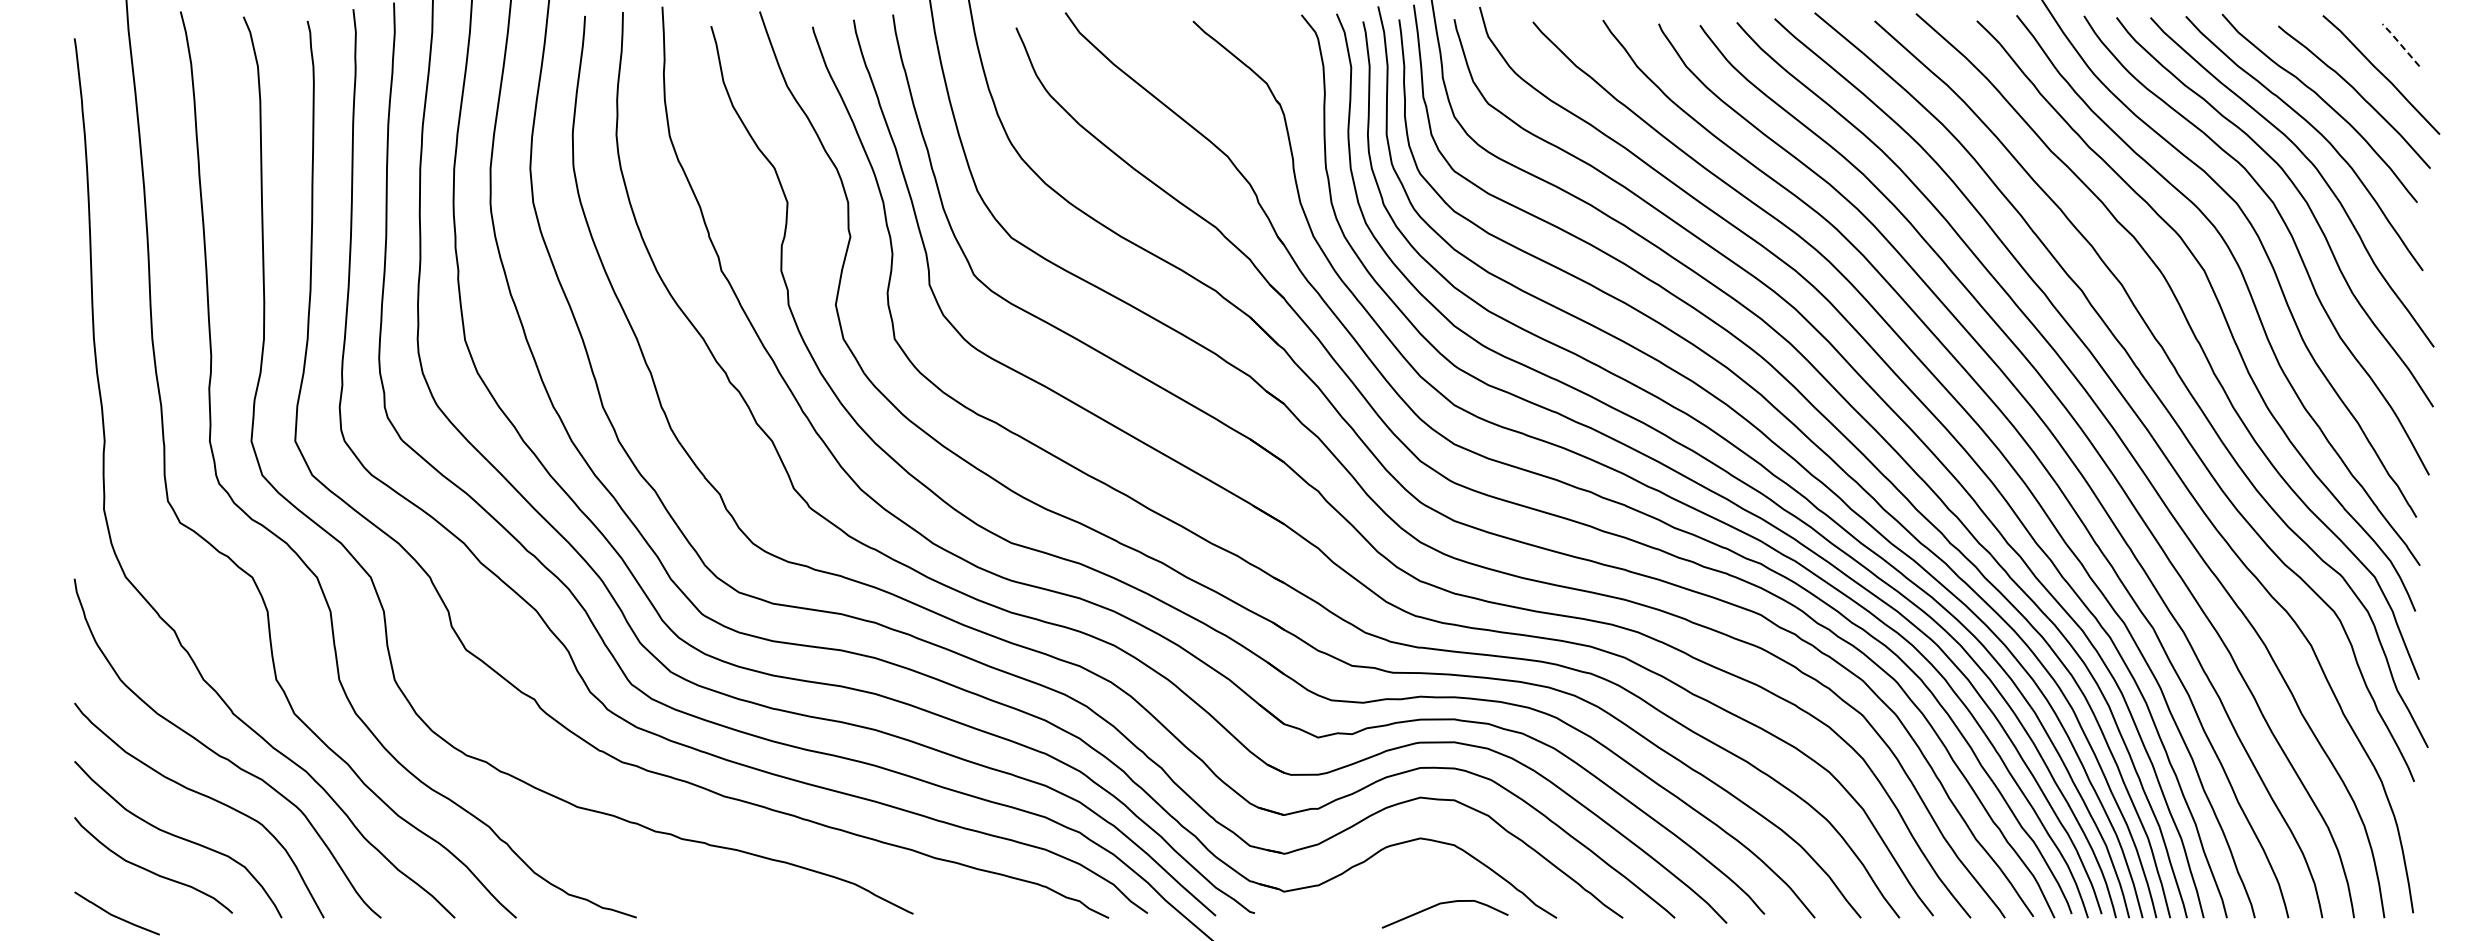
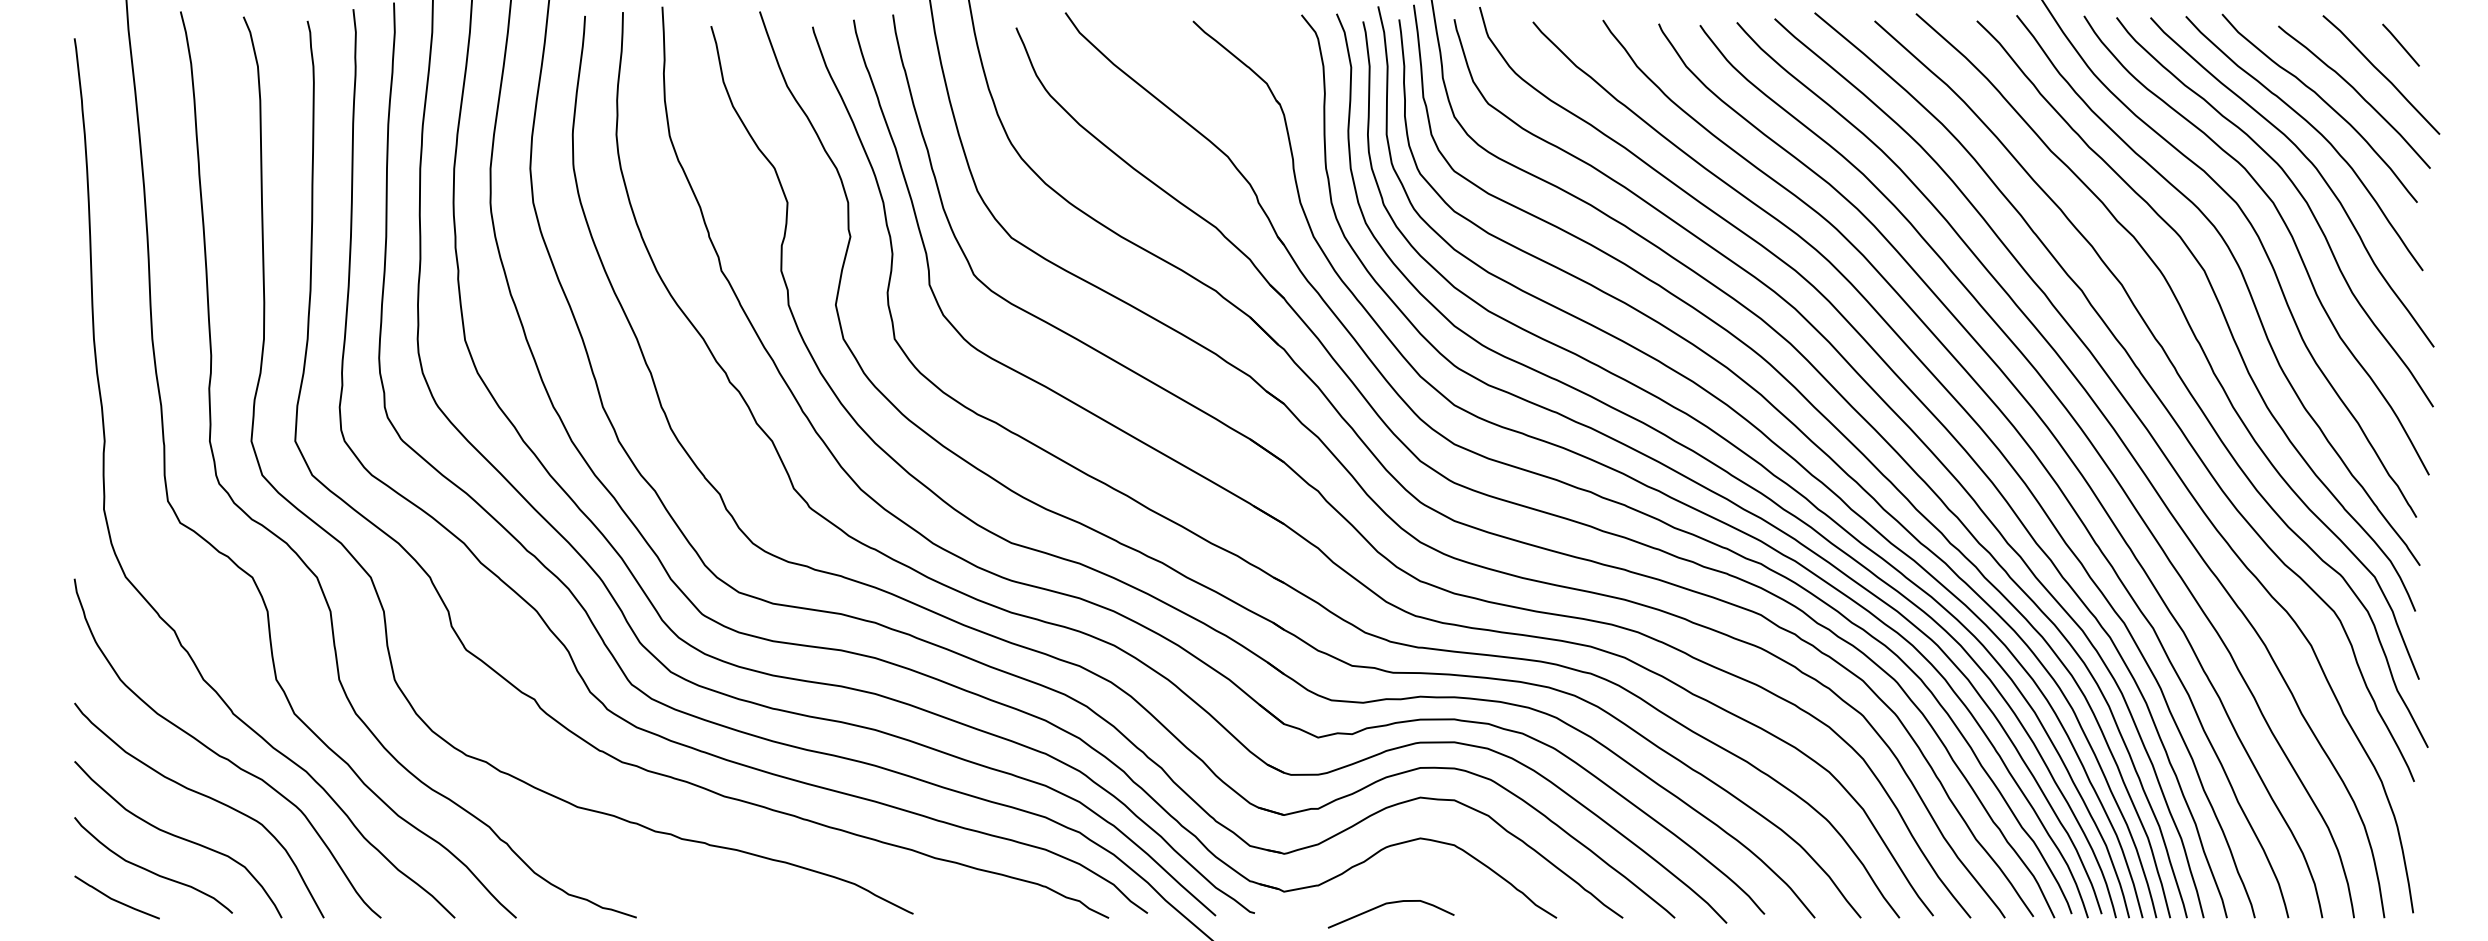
line at (2400, 44): dashed -> solid
curve at (1442, 904) position: (1442, 904) -> (1388, 904)
curve at (115, 915) position: (115, 915) -> (115, 899)
